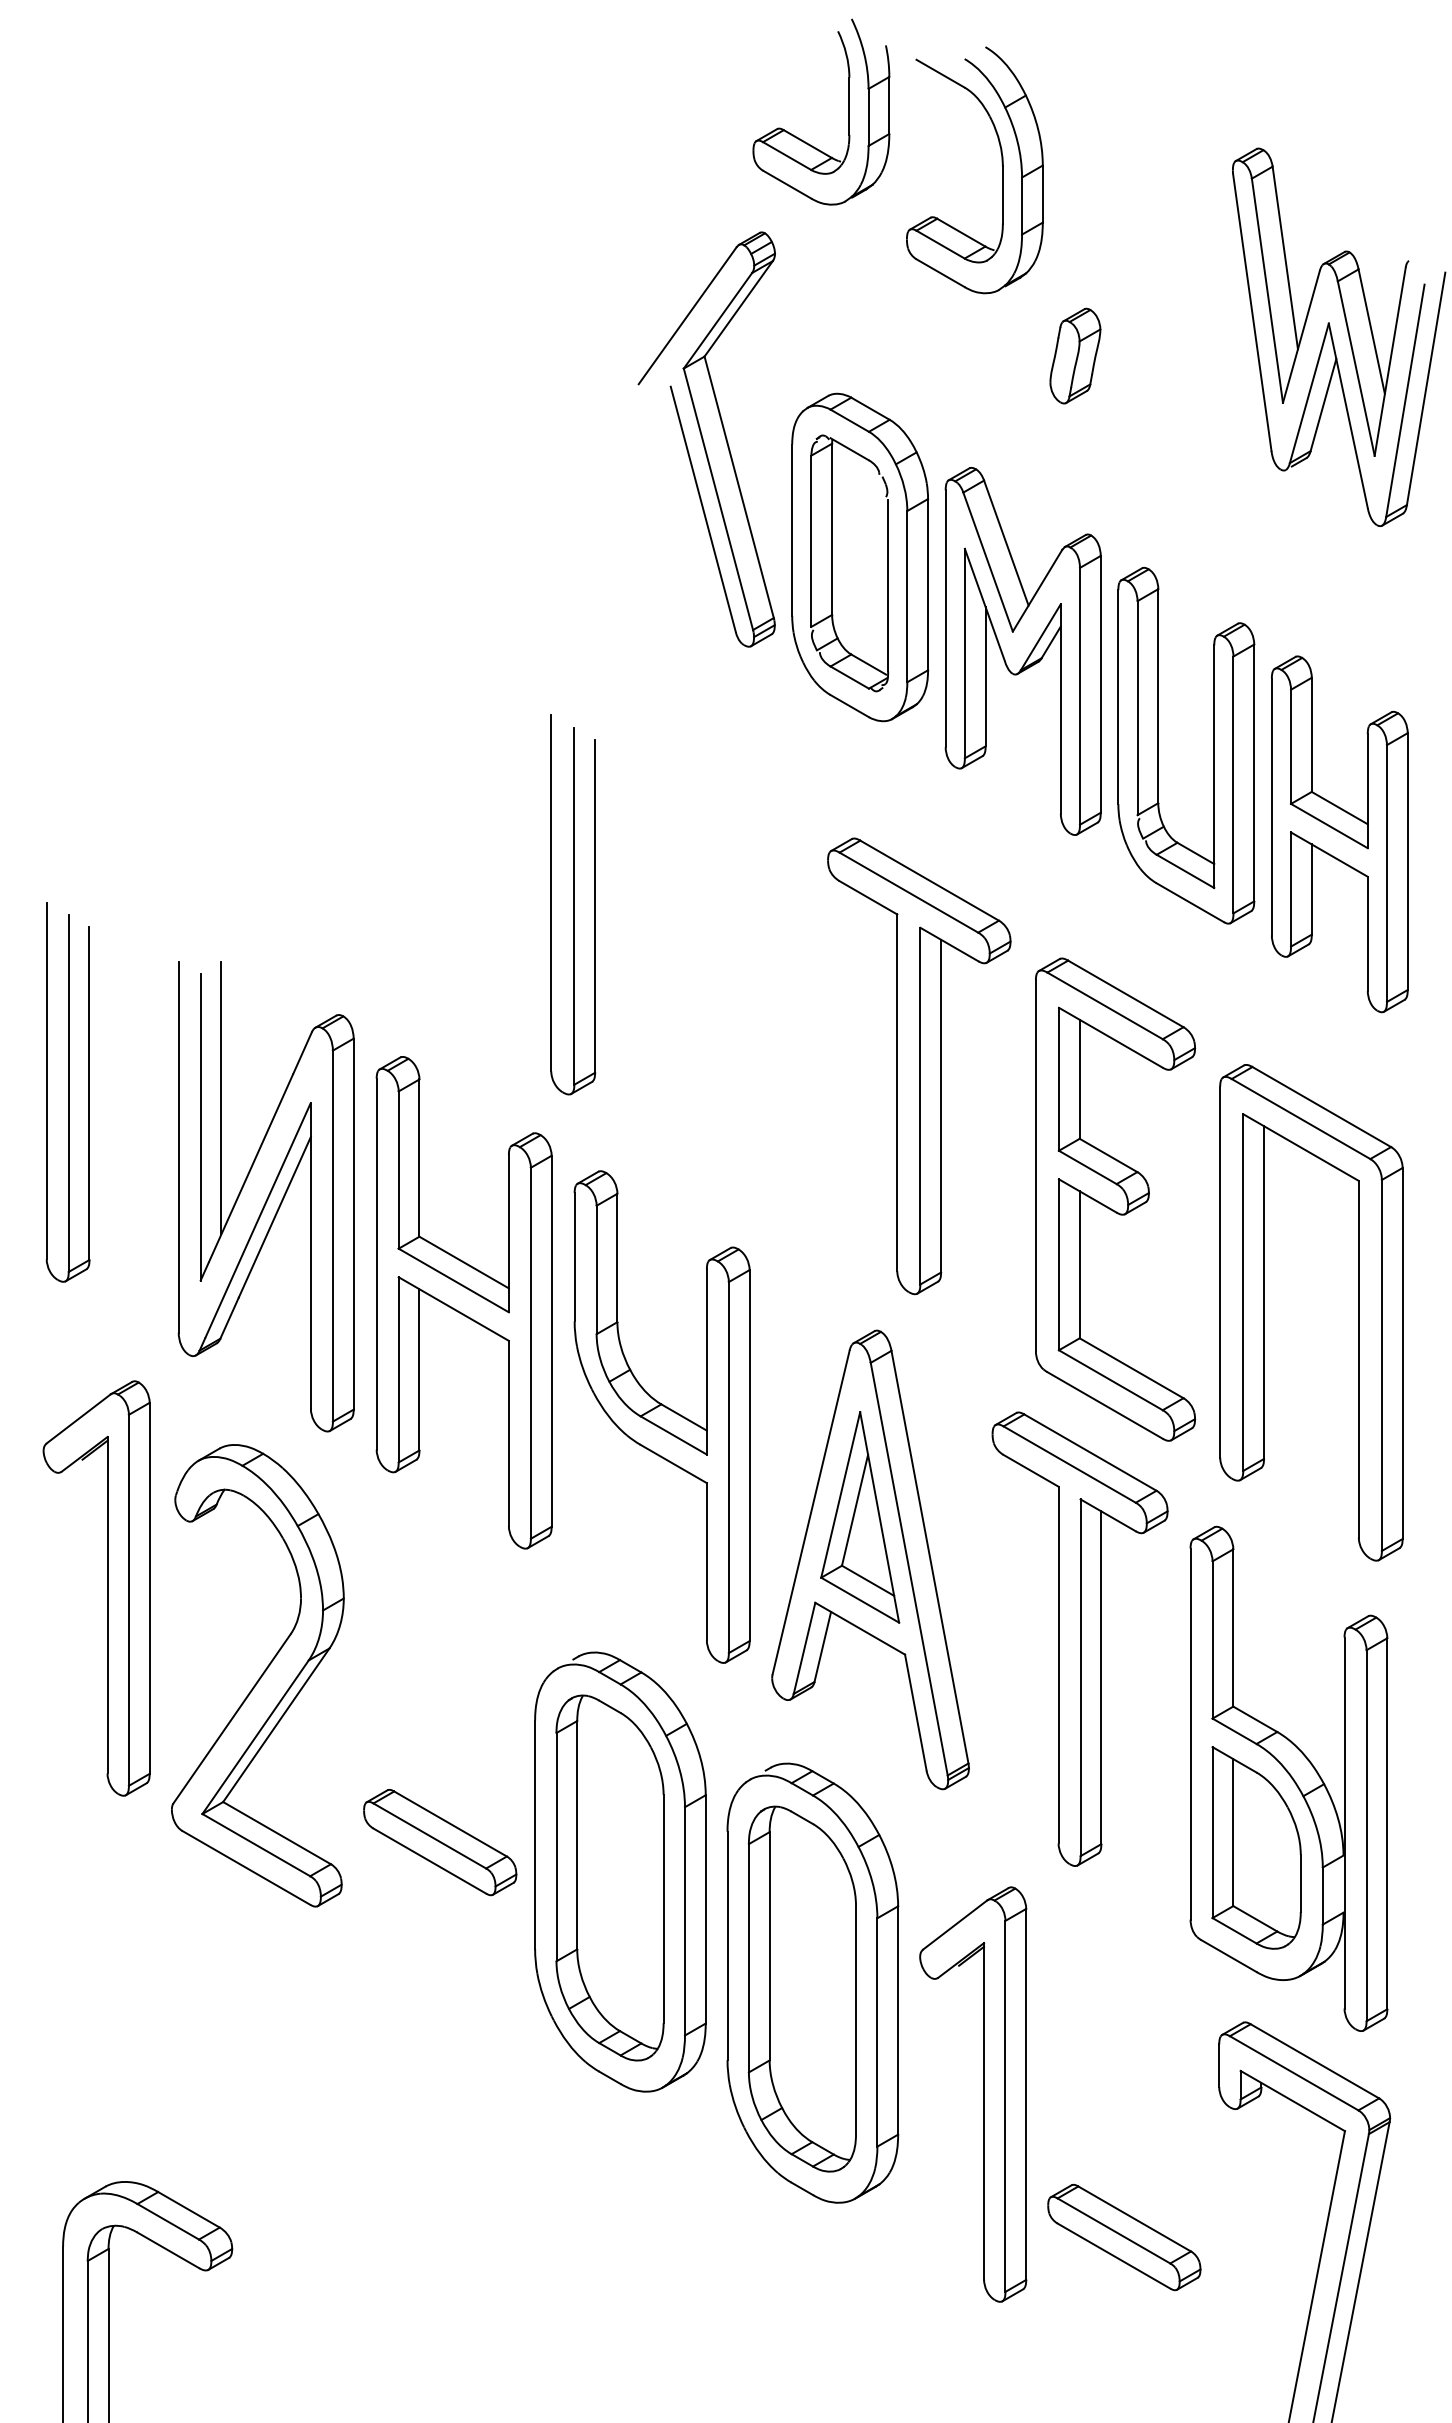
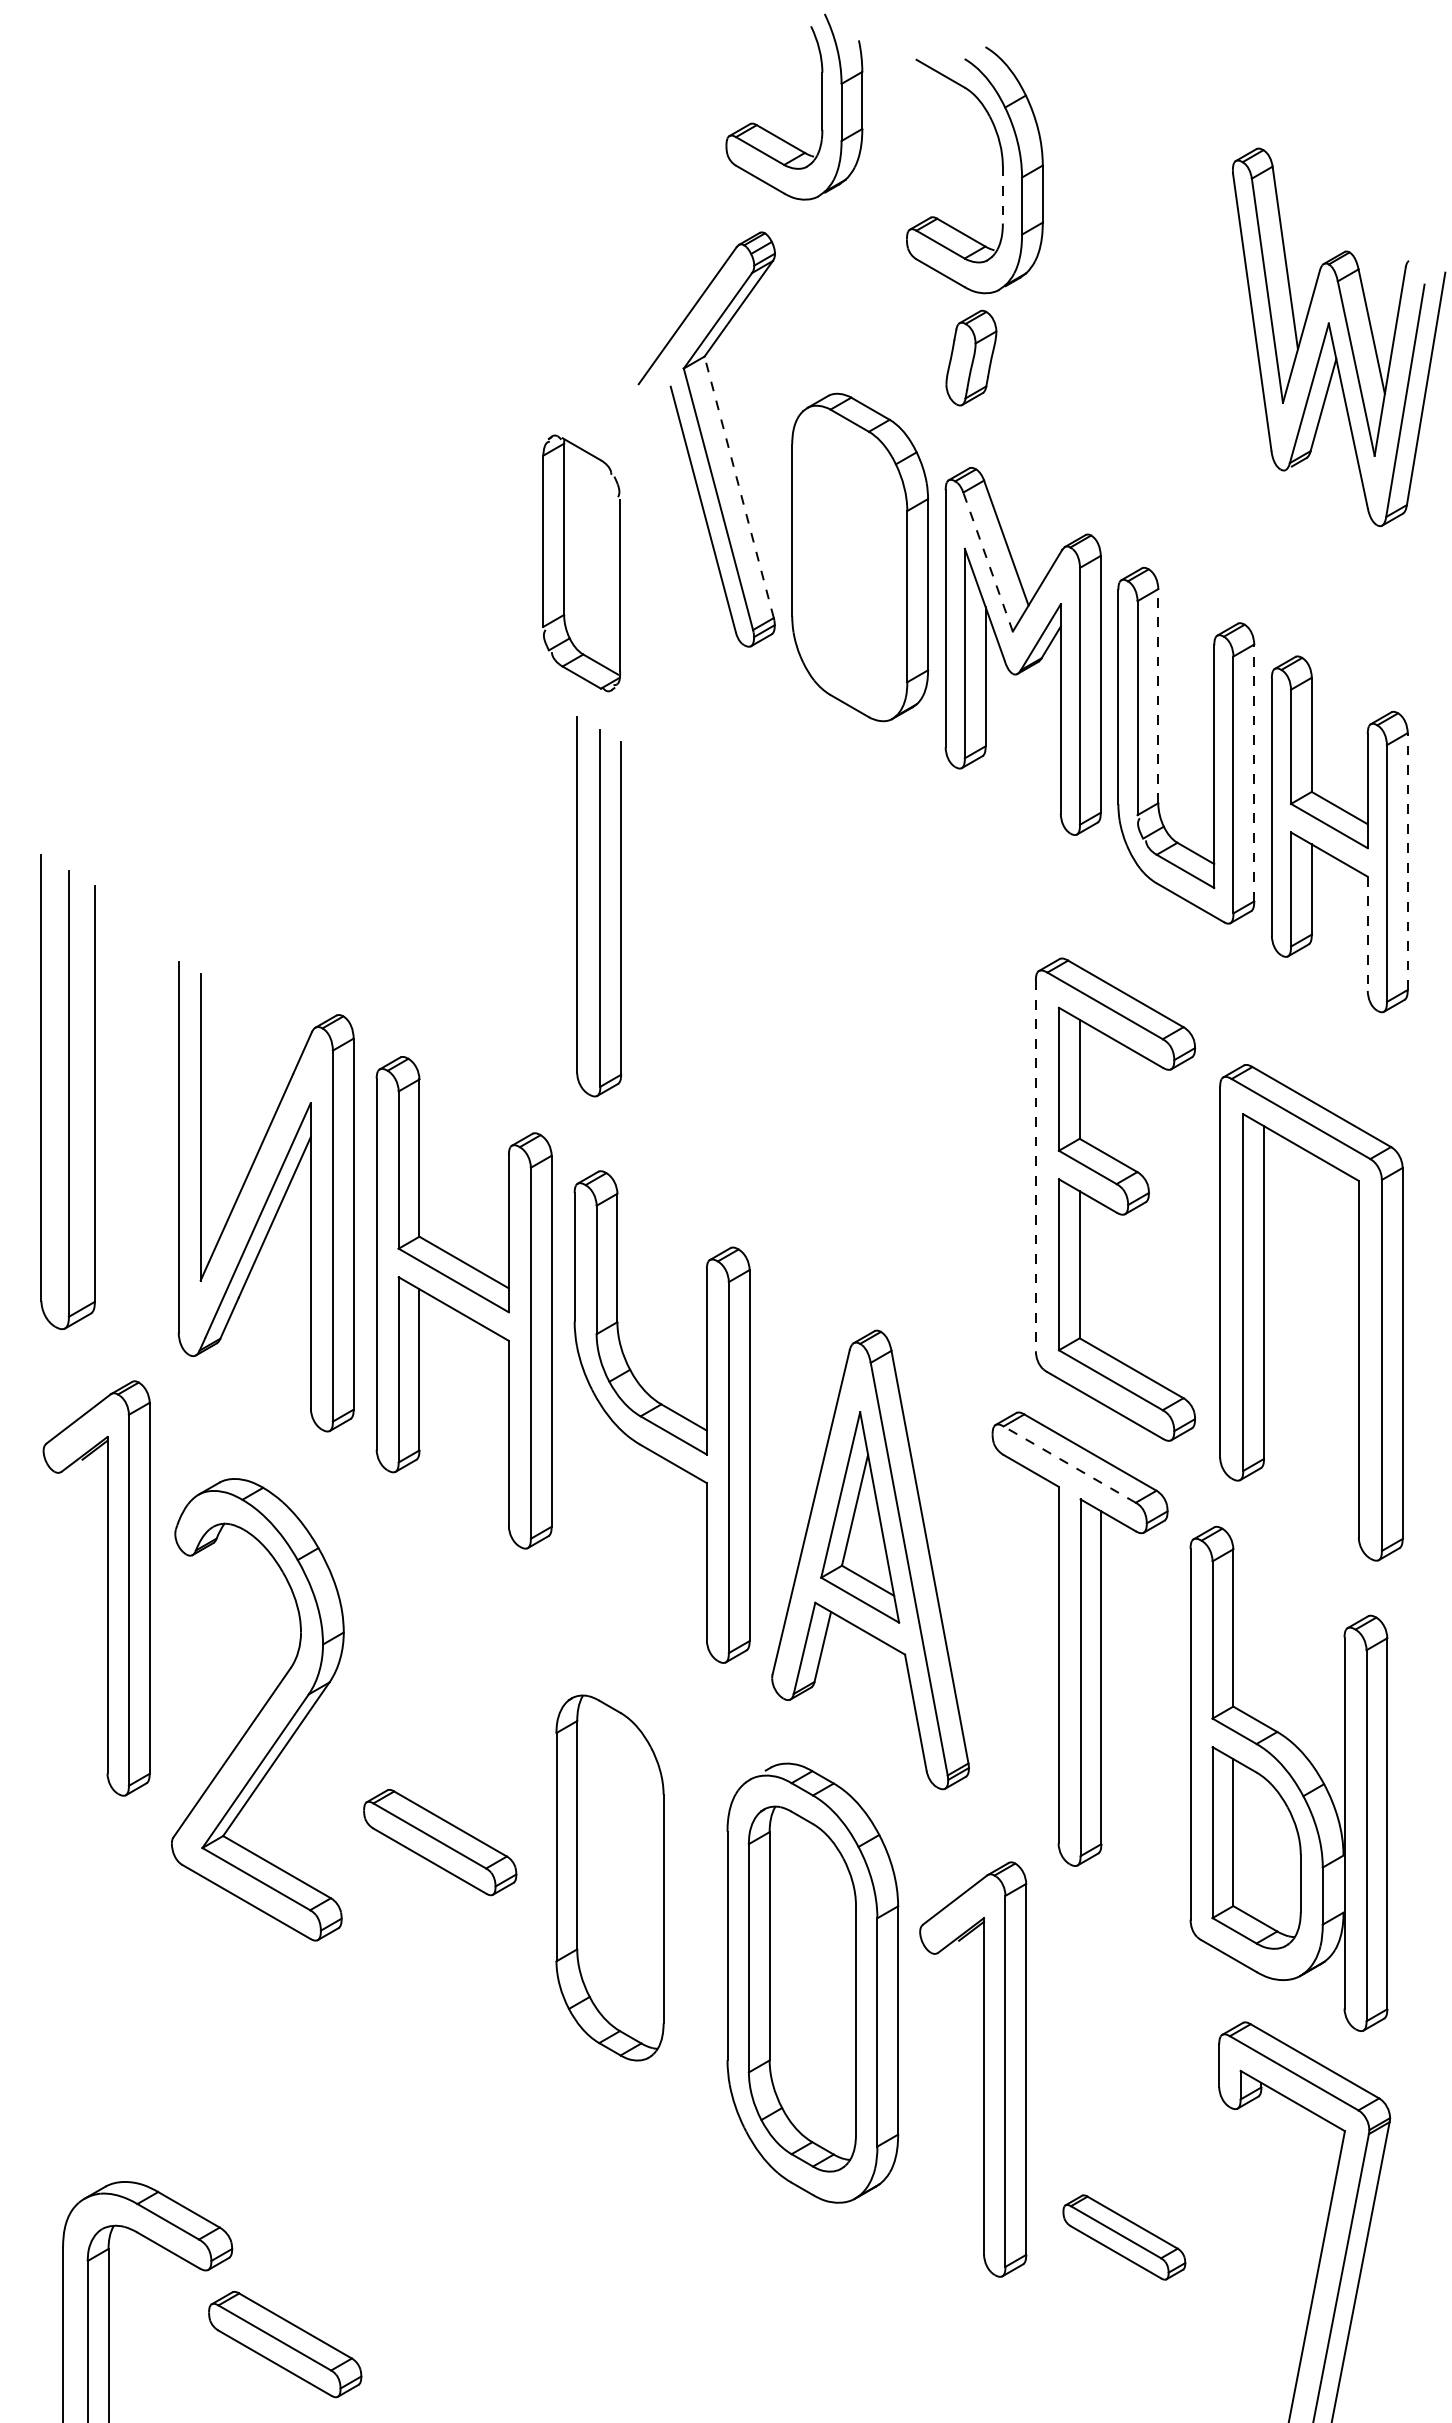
part at (848, 111) position: (848, 111) -> (821, 106)
line at (1002, 194): solid -> dashed
part at (1075, 355) position: (1075, 355) -> (971, 357)
line at (739, 486): solid -> dashed
line at (988, 562): solid -> dashed
part at (832, 563) position: (832, 563) -> (564, 563)
line at (1158, 695): solid -> dashed
line at (1254, 772): solid -> dashed
line at (1407, 861): solid -> dashed
part at (573, 904) position: (573, 904) -> (599, 906)
line at (1367, 934): solid -> dashed
part at (919, 1066): present -> none
part at (67, 1092) size: 46x381 px -> 56x476 px
line at (221, 1098): present -> none
line at (1035, 1165): solid -> dashed
line at (1069, 1464): solid -> dashed
part at (257, 1675) position: (257, 1675) -> (257, 1709)
part at (620, 1871): present -> none
part at (983, 2094) position: (983, 2094) -> (983, 2069)
part at (1124, 2237) size: 155x109 px -> 125x87 px
part at (285, 2344): none -> present
